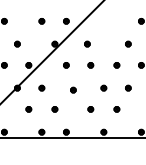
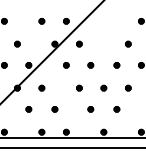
part at (87, 43) position: (87, 43) -> (79, 43)
part at (73, 89) position: (73, 89) -> (79, 87)
line at (72, 147): none -> present
